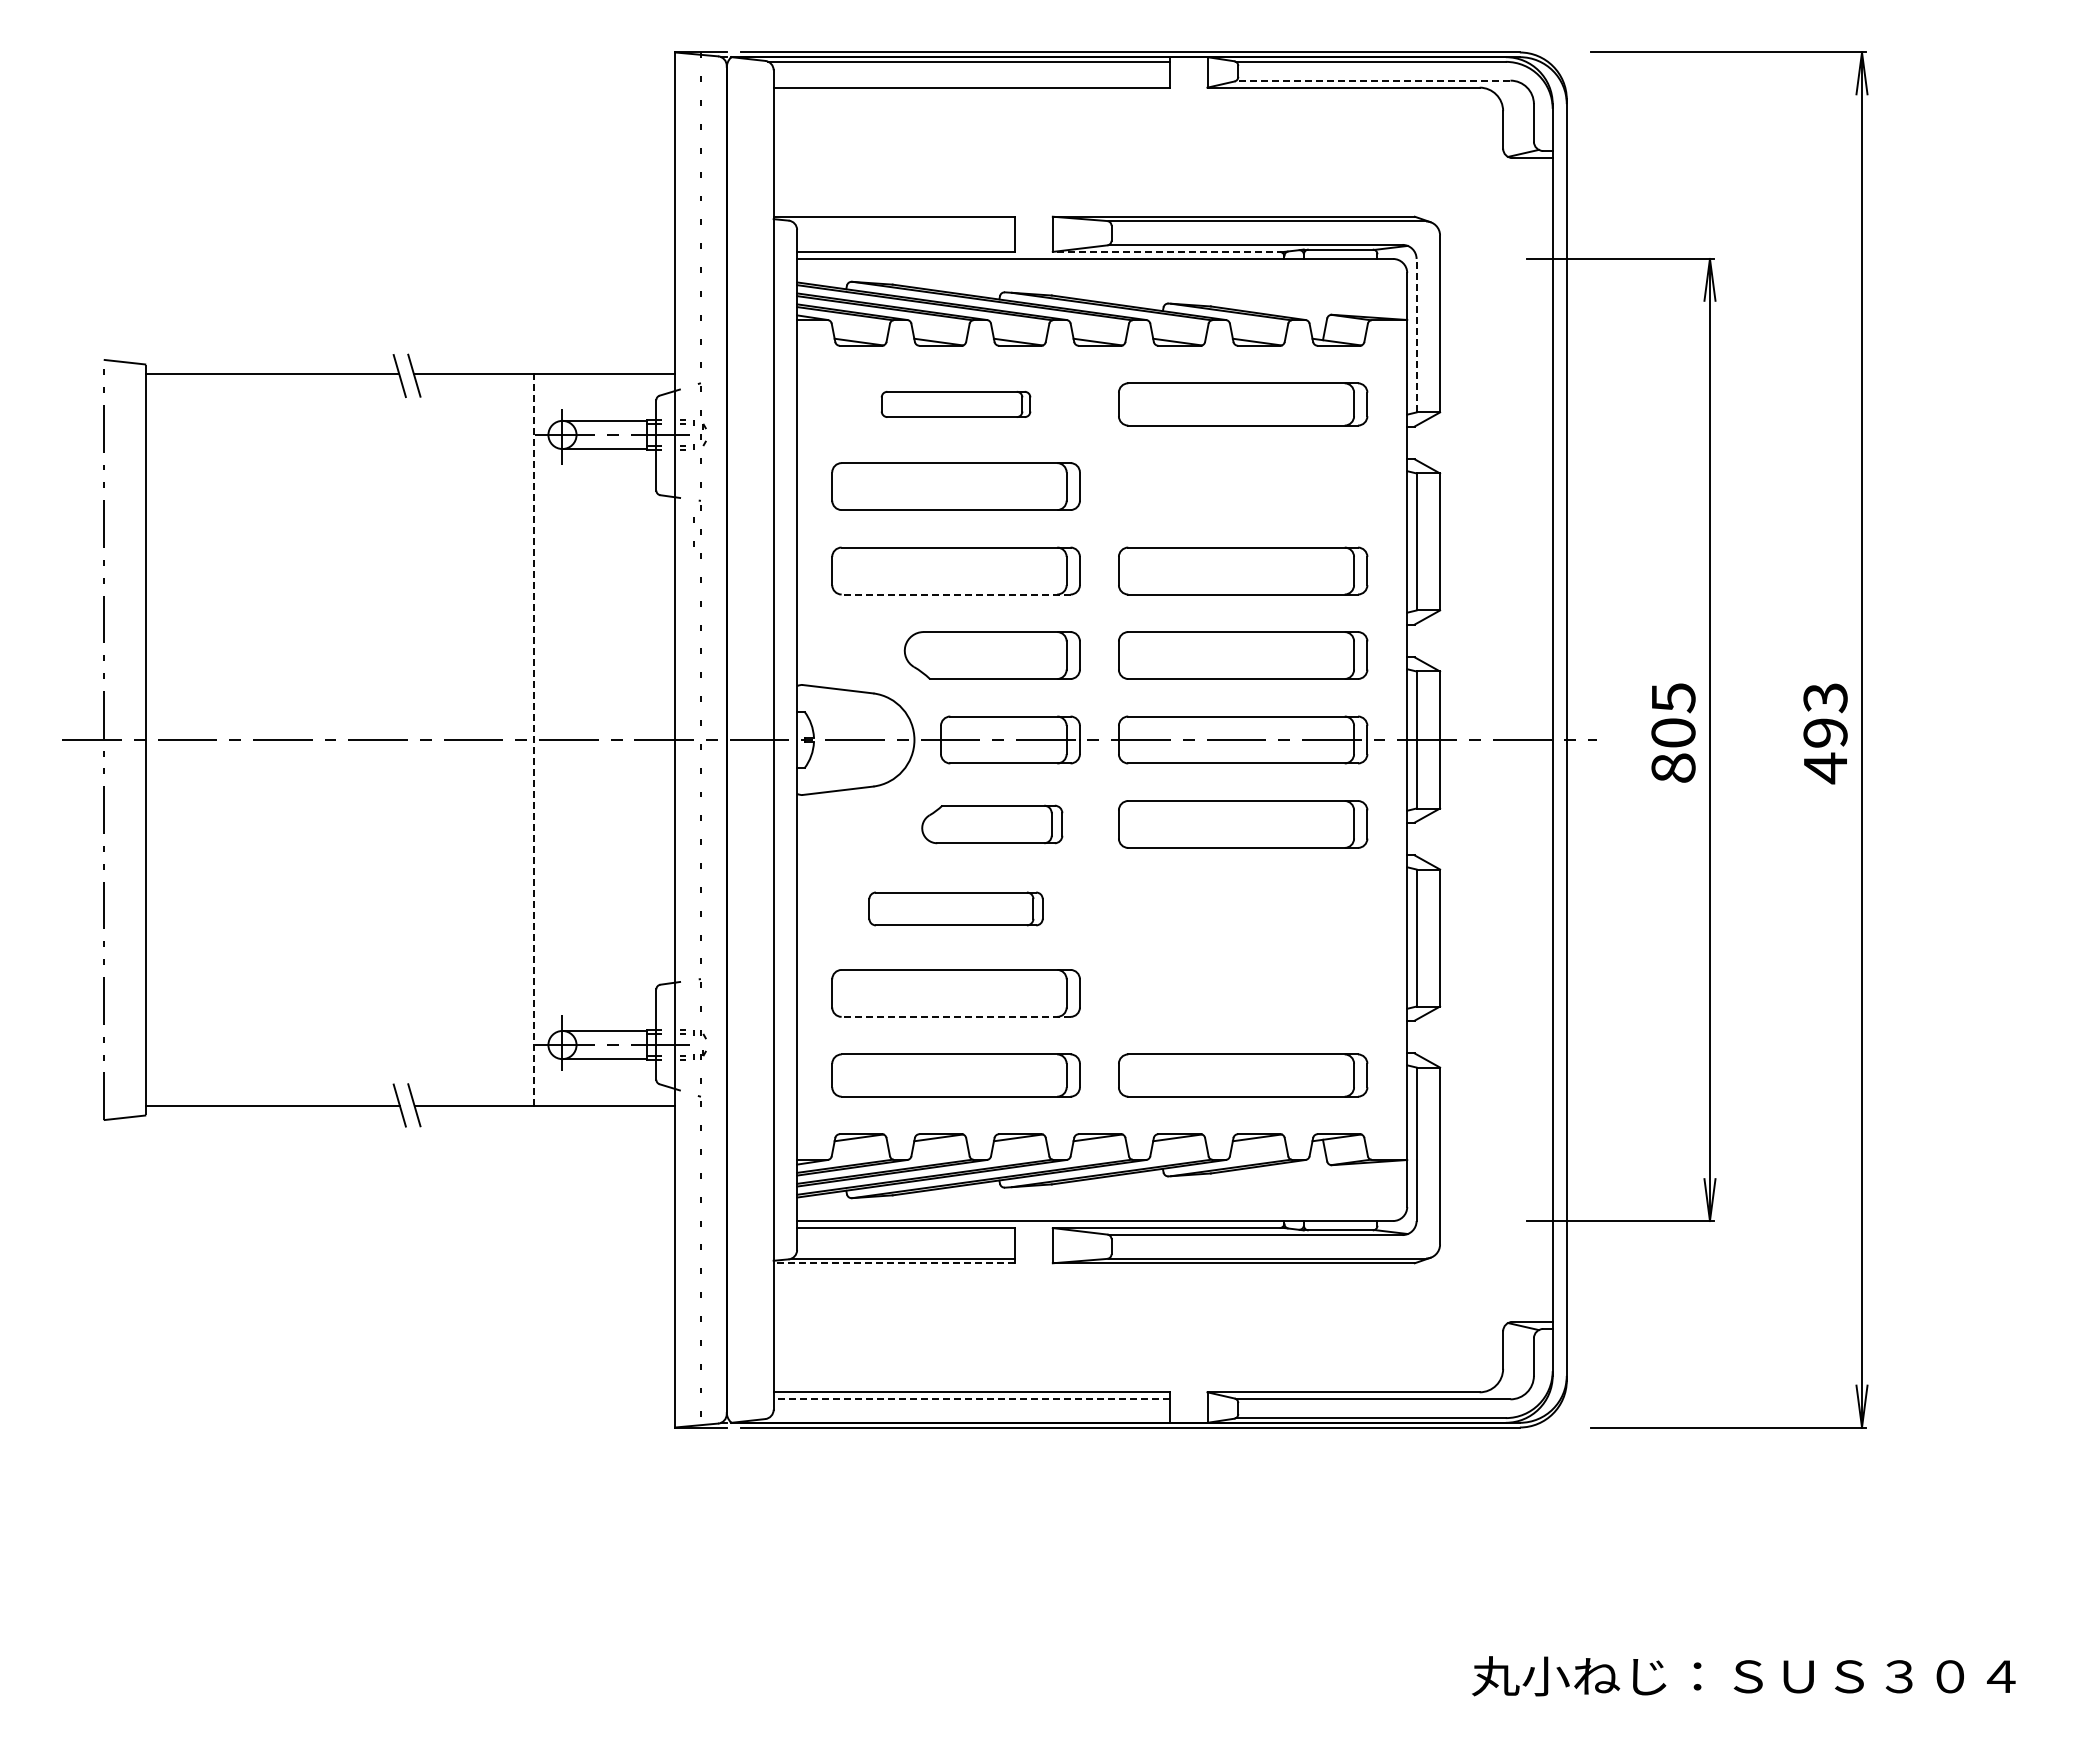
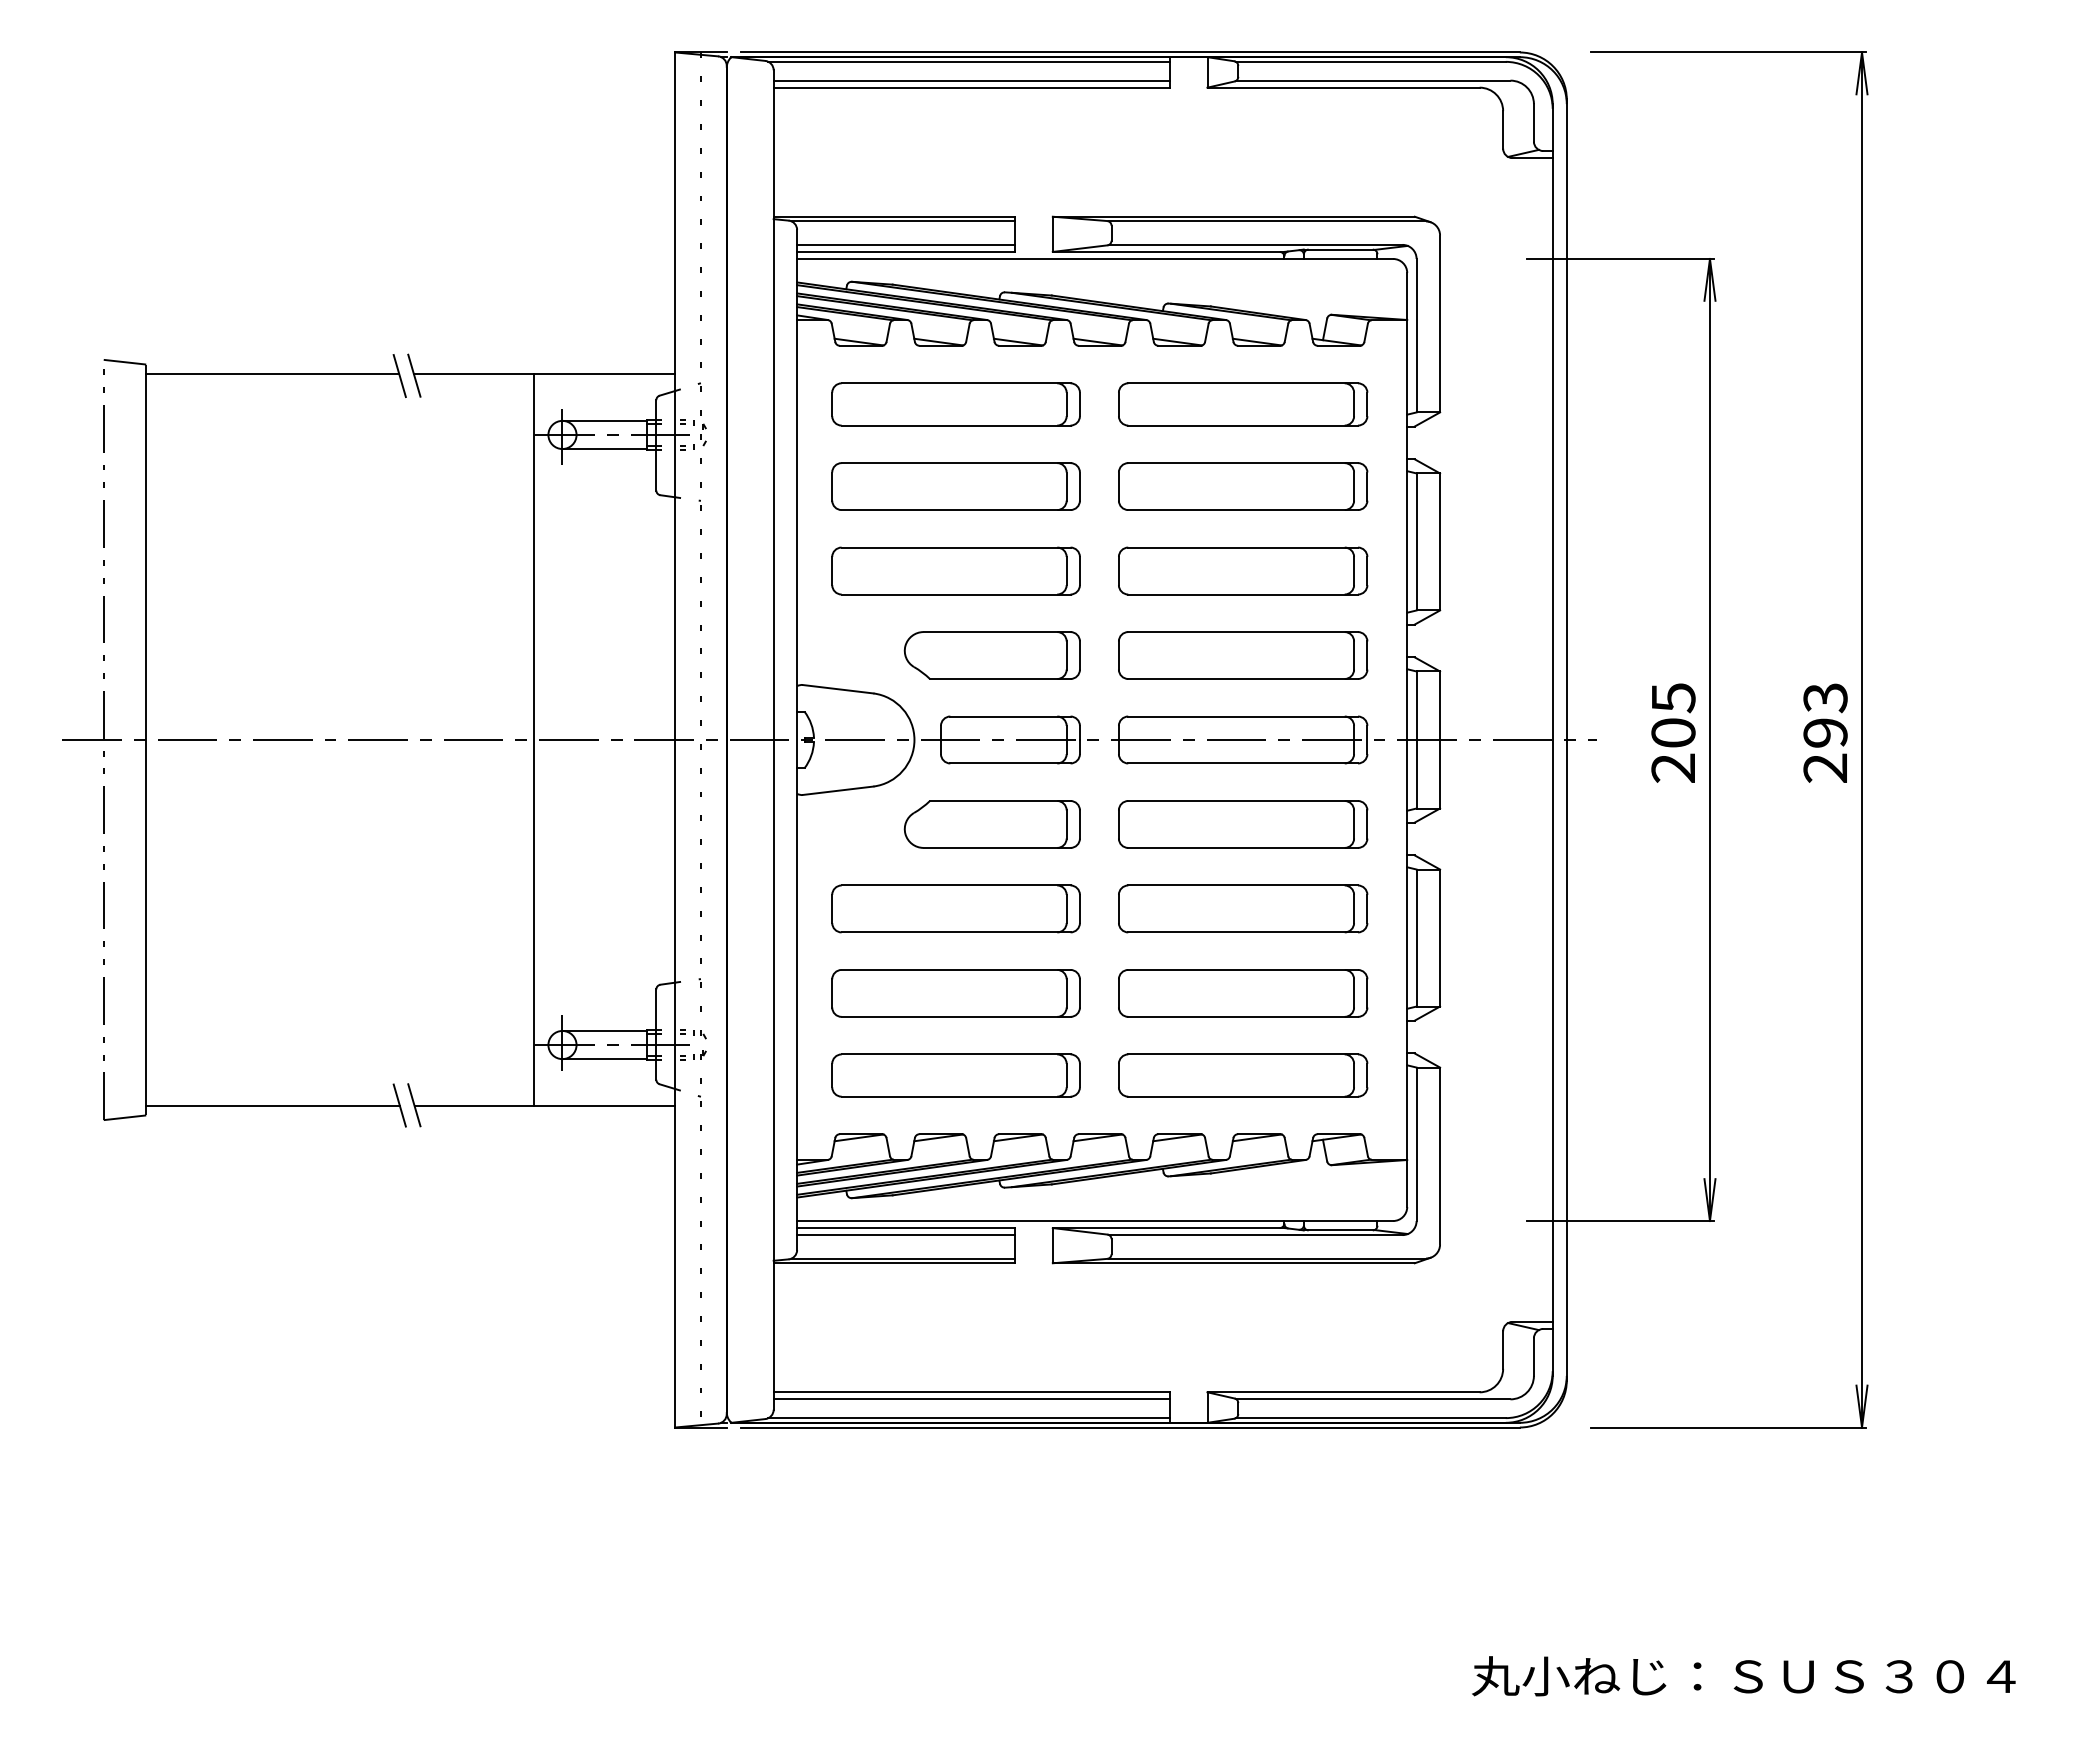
line at (971, 80): none -> present
line at (1372, 80): dashed -> solid
line at (903, 221): none -> present
line at (906, 244): none -> present
line at (1168, 251): dashed -> solid
line at (1416, 335): dashed -> solid
part at (955, 404) size: 152x27 px -> 250x45 px
part at (1243, 486): none -> present
line at (693, 522): present -> none
line at (955, 594): dashed -> solid
line at (534, 739): dashed -> solid
text at (1673, 767): 805 -> 205
text at (1824, 768): 493 -> 293
part at (992, 824) size: 143x41 px -> 178x49 px
part at (955, 908) size: 176x36 px -> 250x50 px
part at (1243, 908): none -> present
part at (1243, 993): none -> present
line at (955, 1016): dashed -> solid
line at (906, 1235): none -> present
line at (894, 1263): dashed -> solid
line at (971, 1399): dashed -> solid
line at (968, 1418): none -> present
